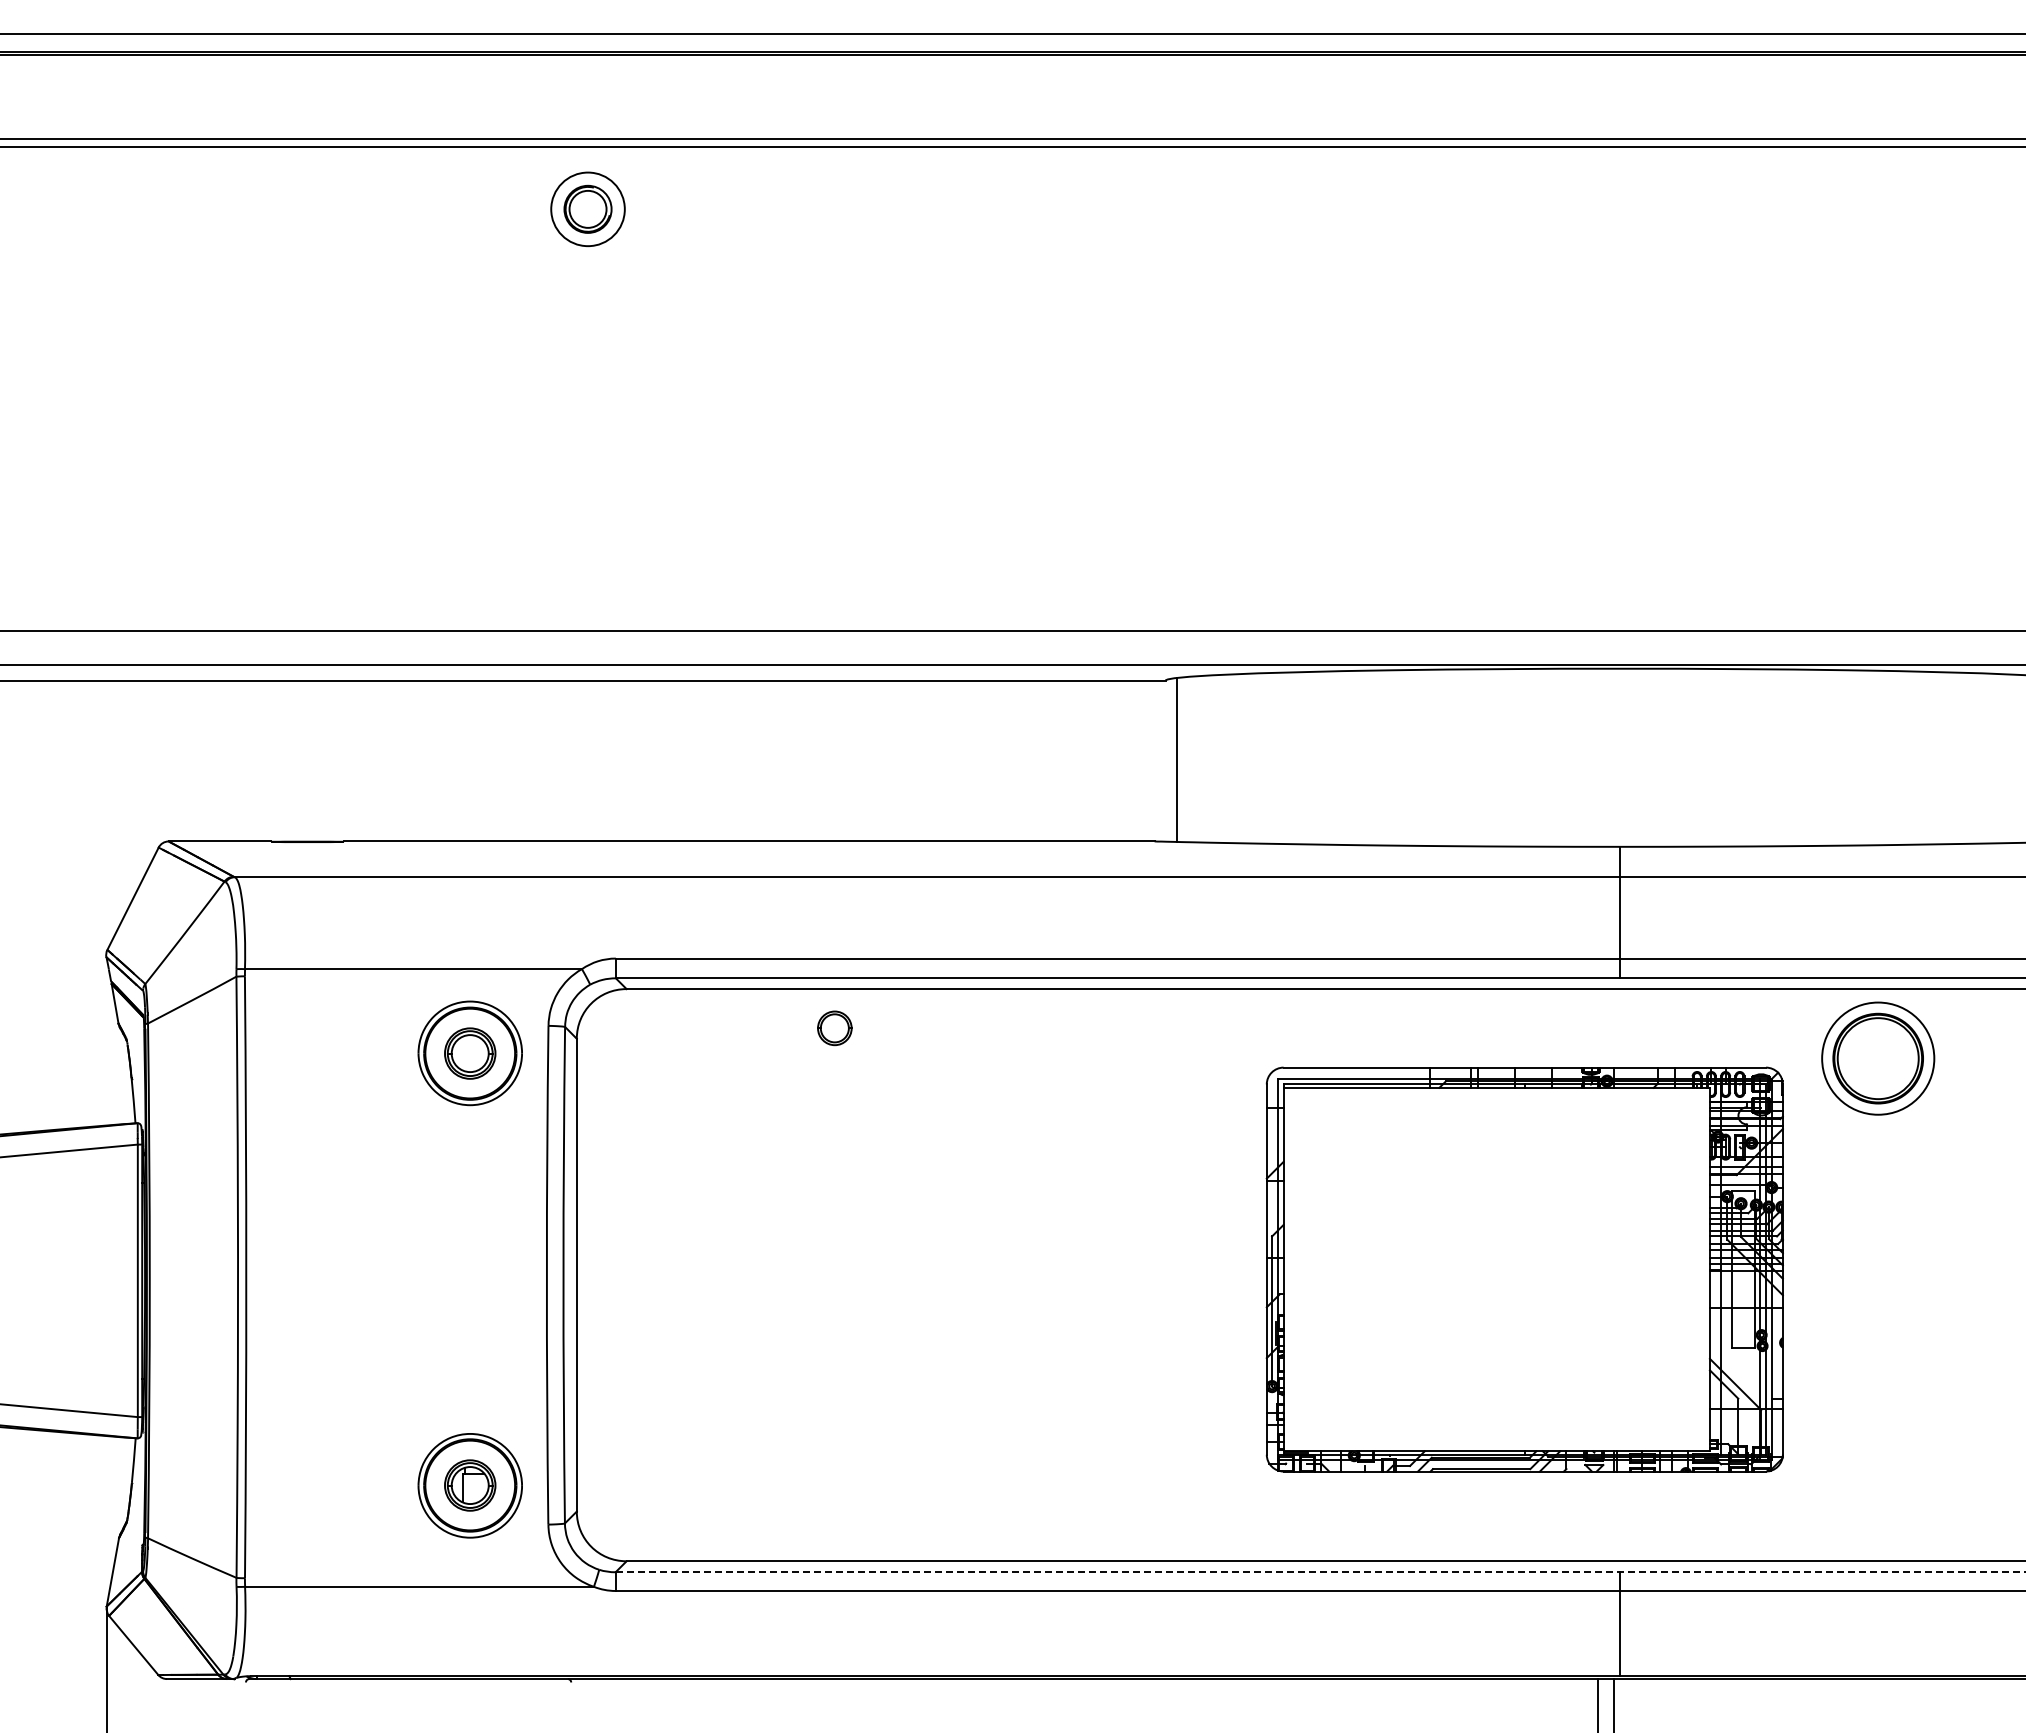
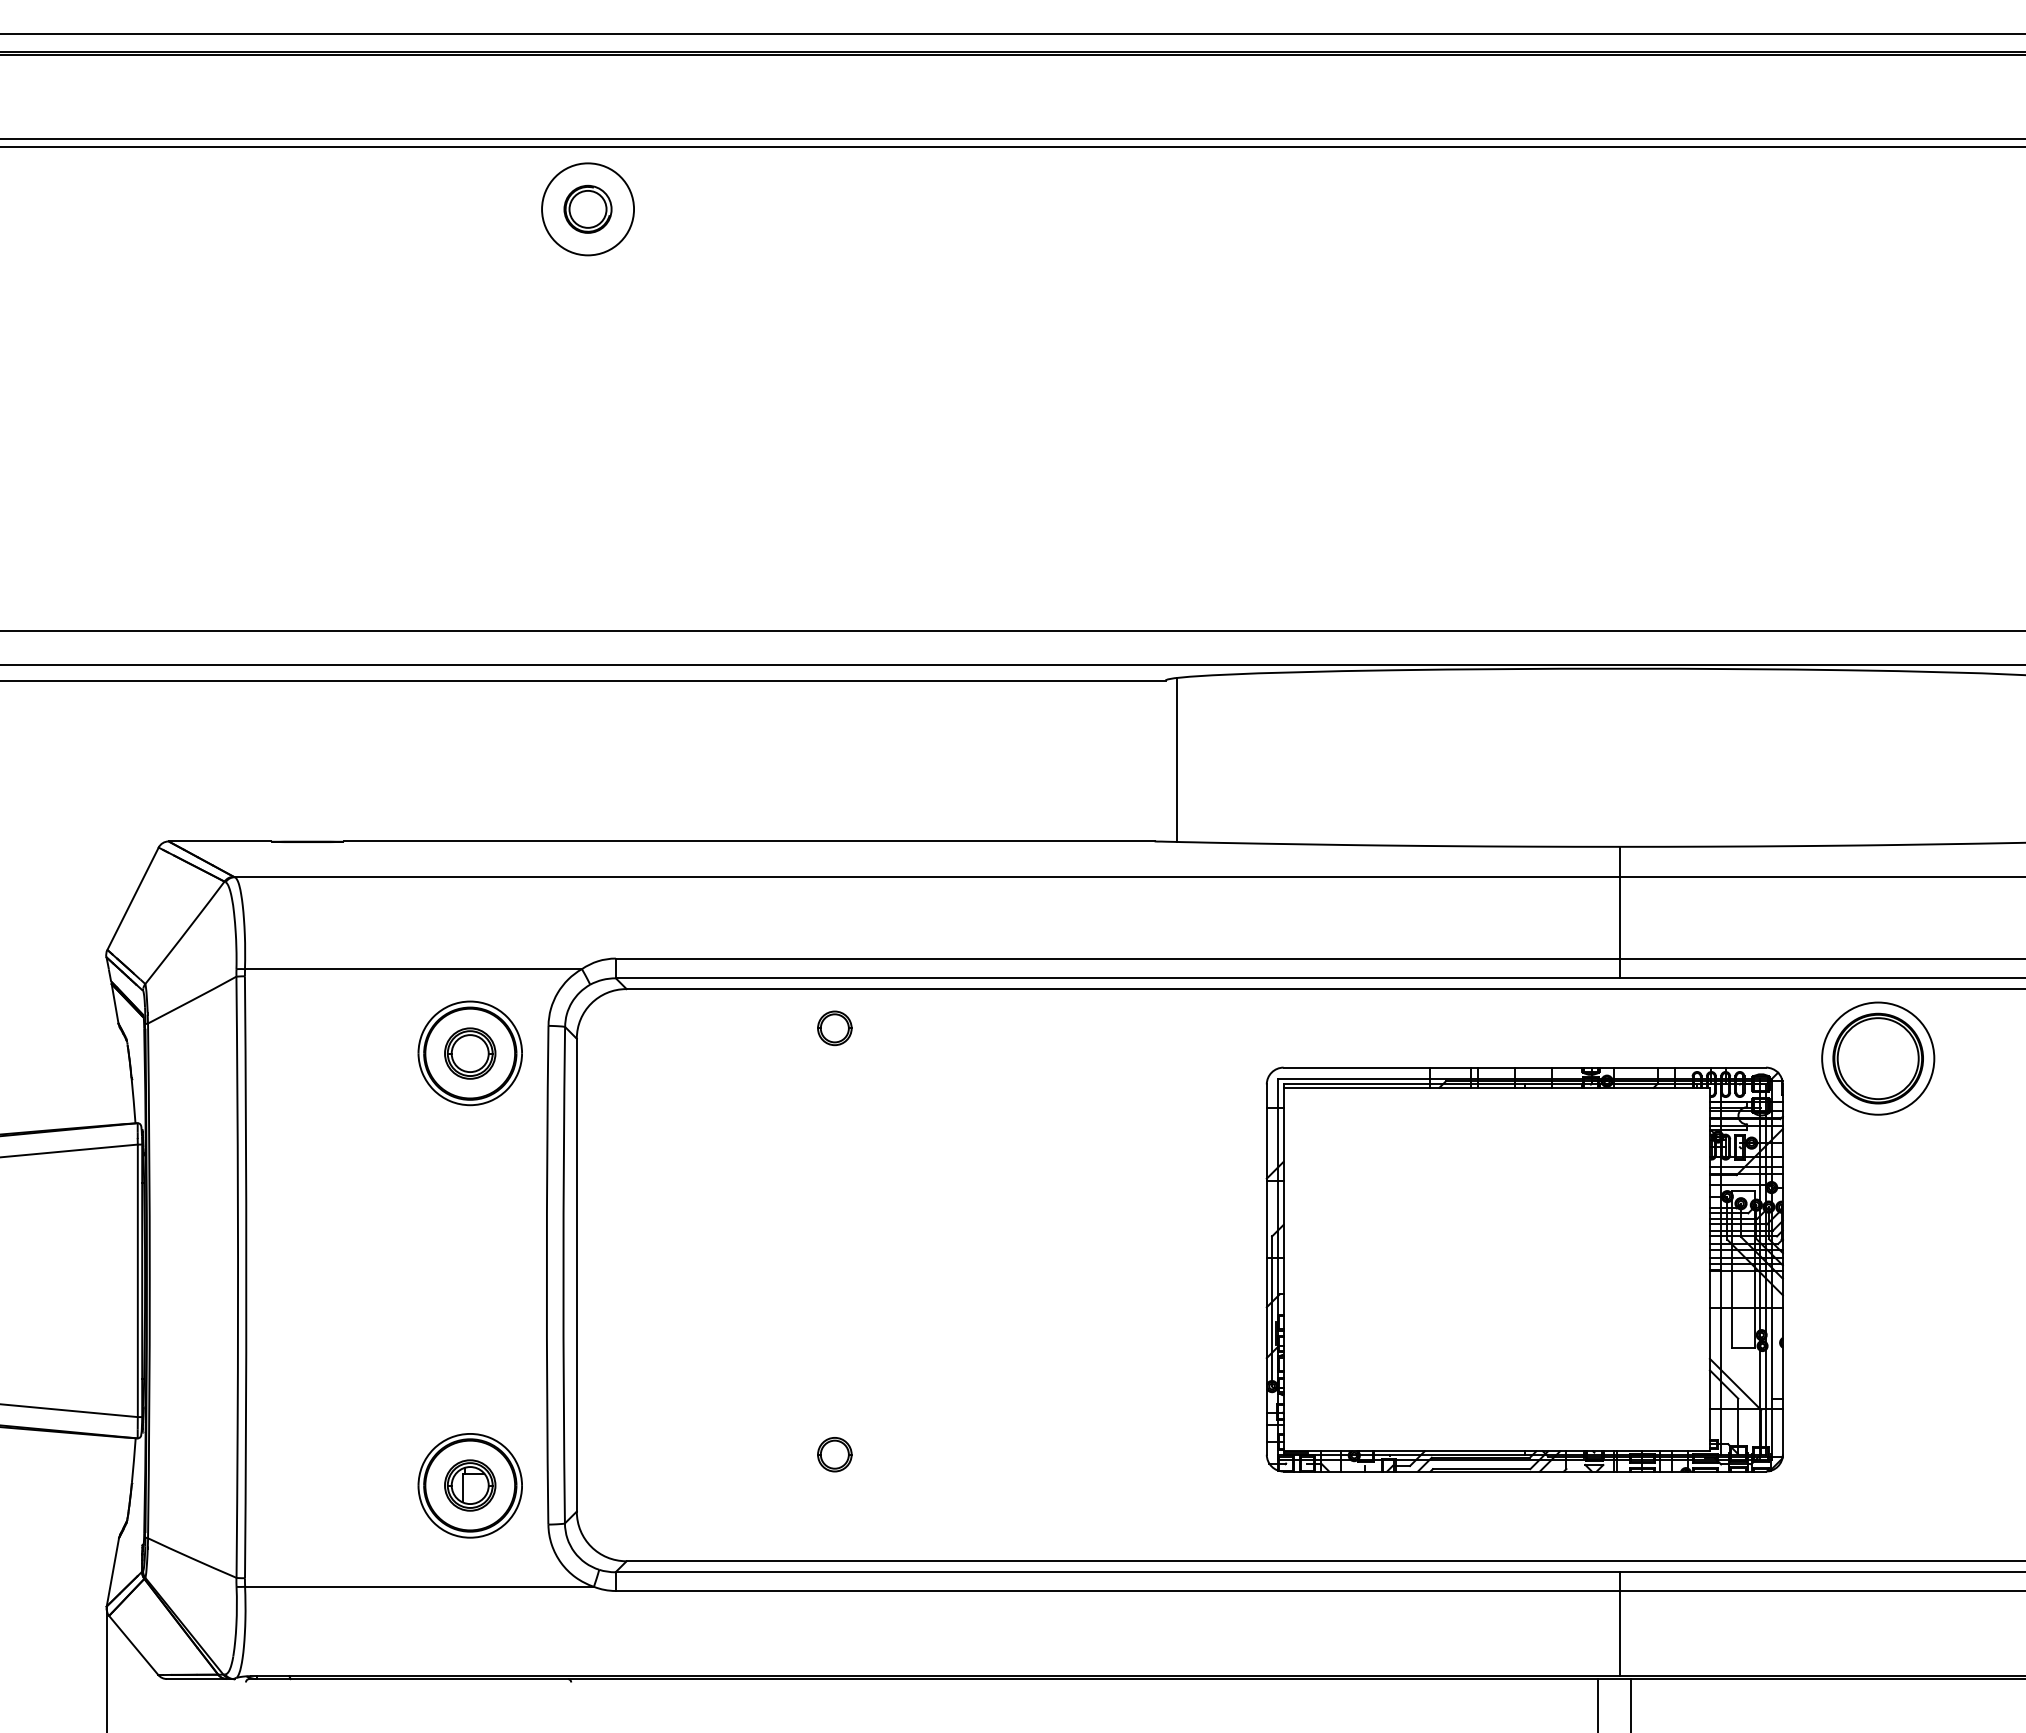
circle at (587, 209) diameter: 74 px -> 92 px
part at (834, 1454): none -> present
line at (1320, 1572): dashed -> solid
line at (1614, 1704) position: (1614, 1704) -> (1631, 1704)
